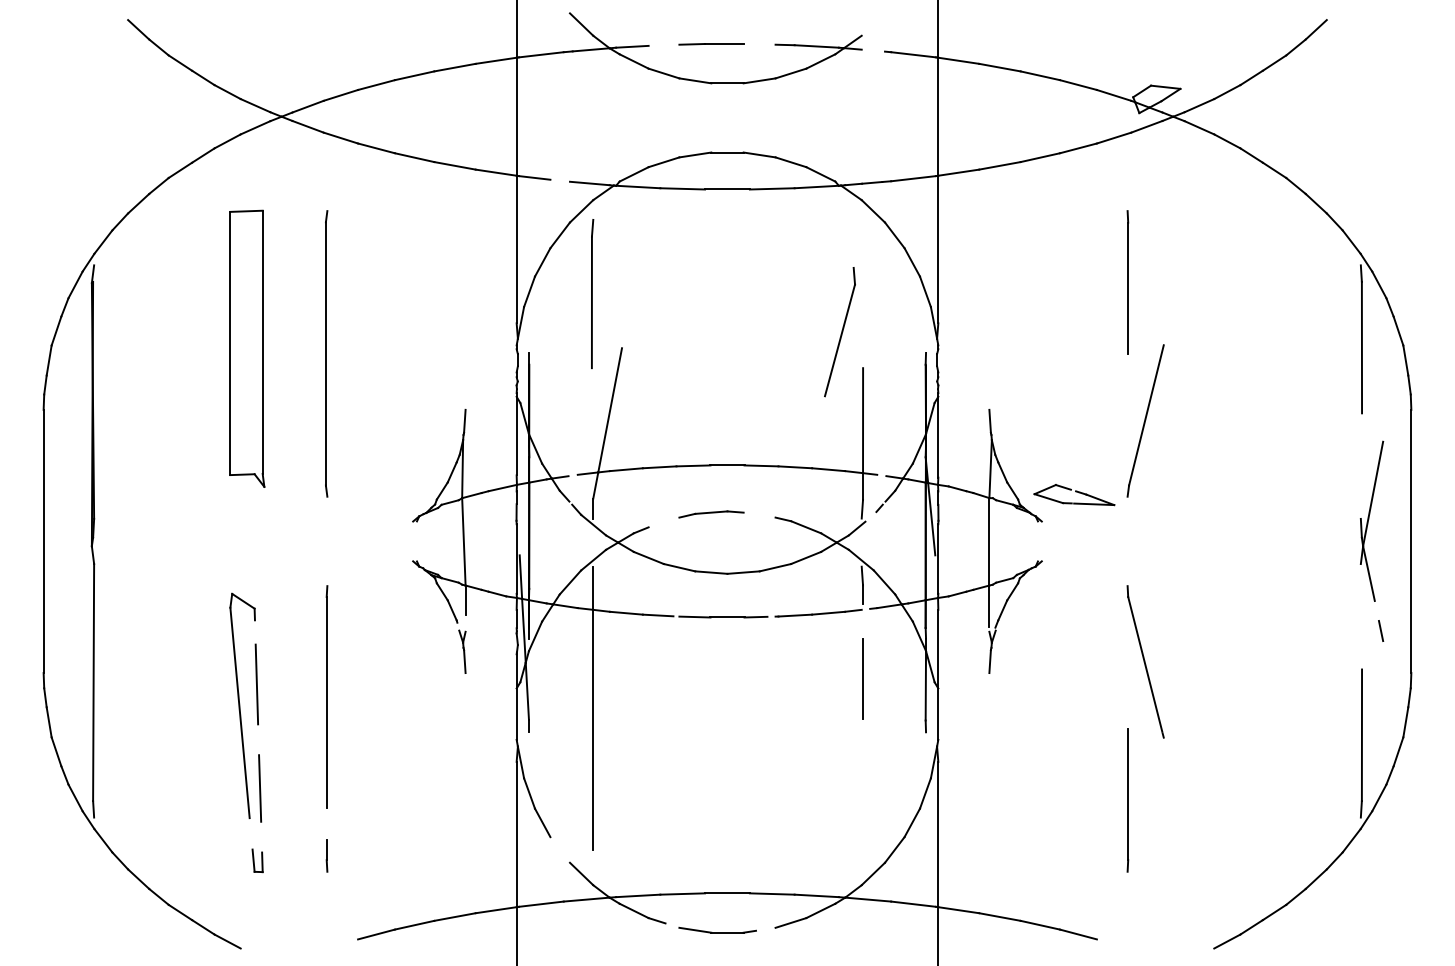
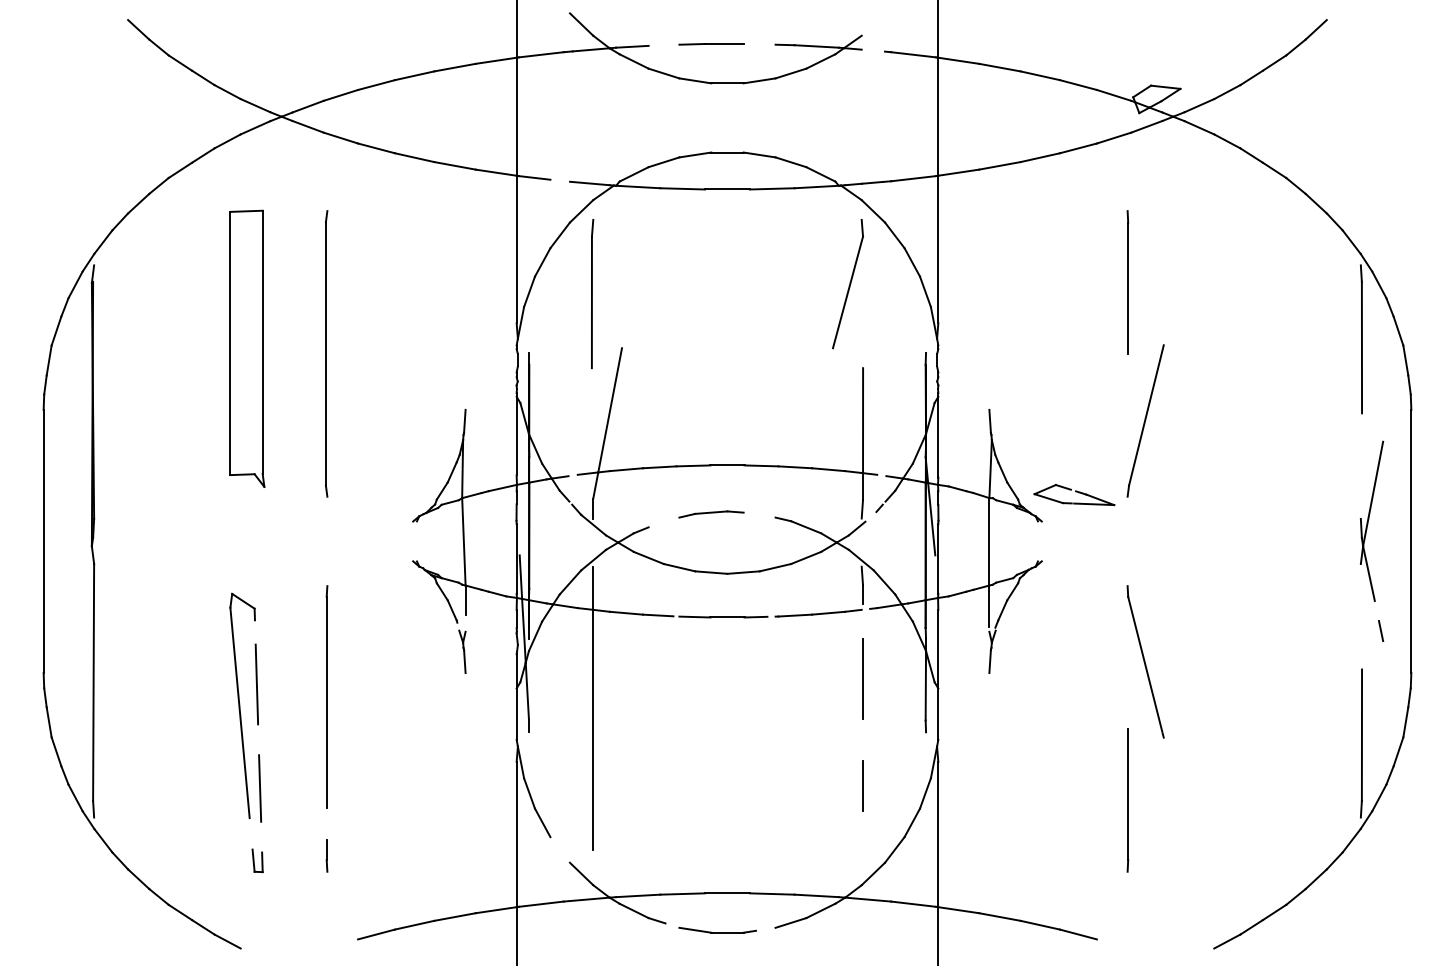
part at (839, 332) position: (839, 332) -> (847, 284)
line at (863, 785): none -> present
